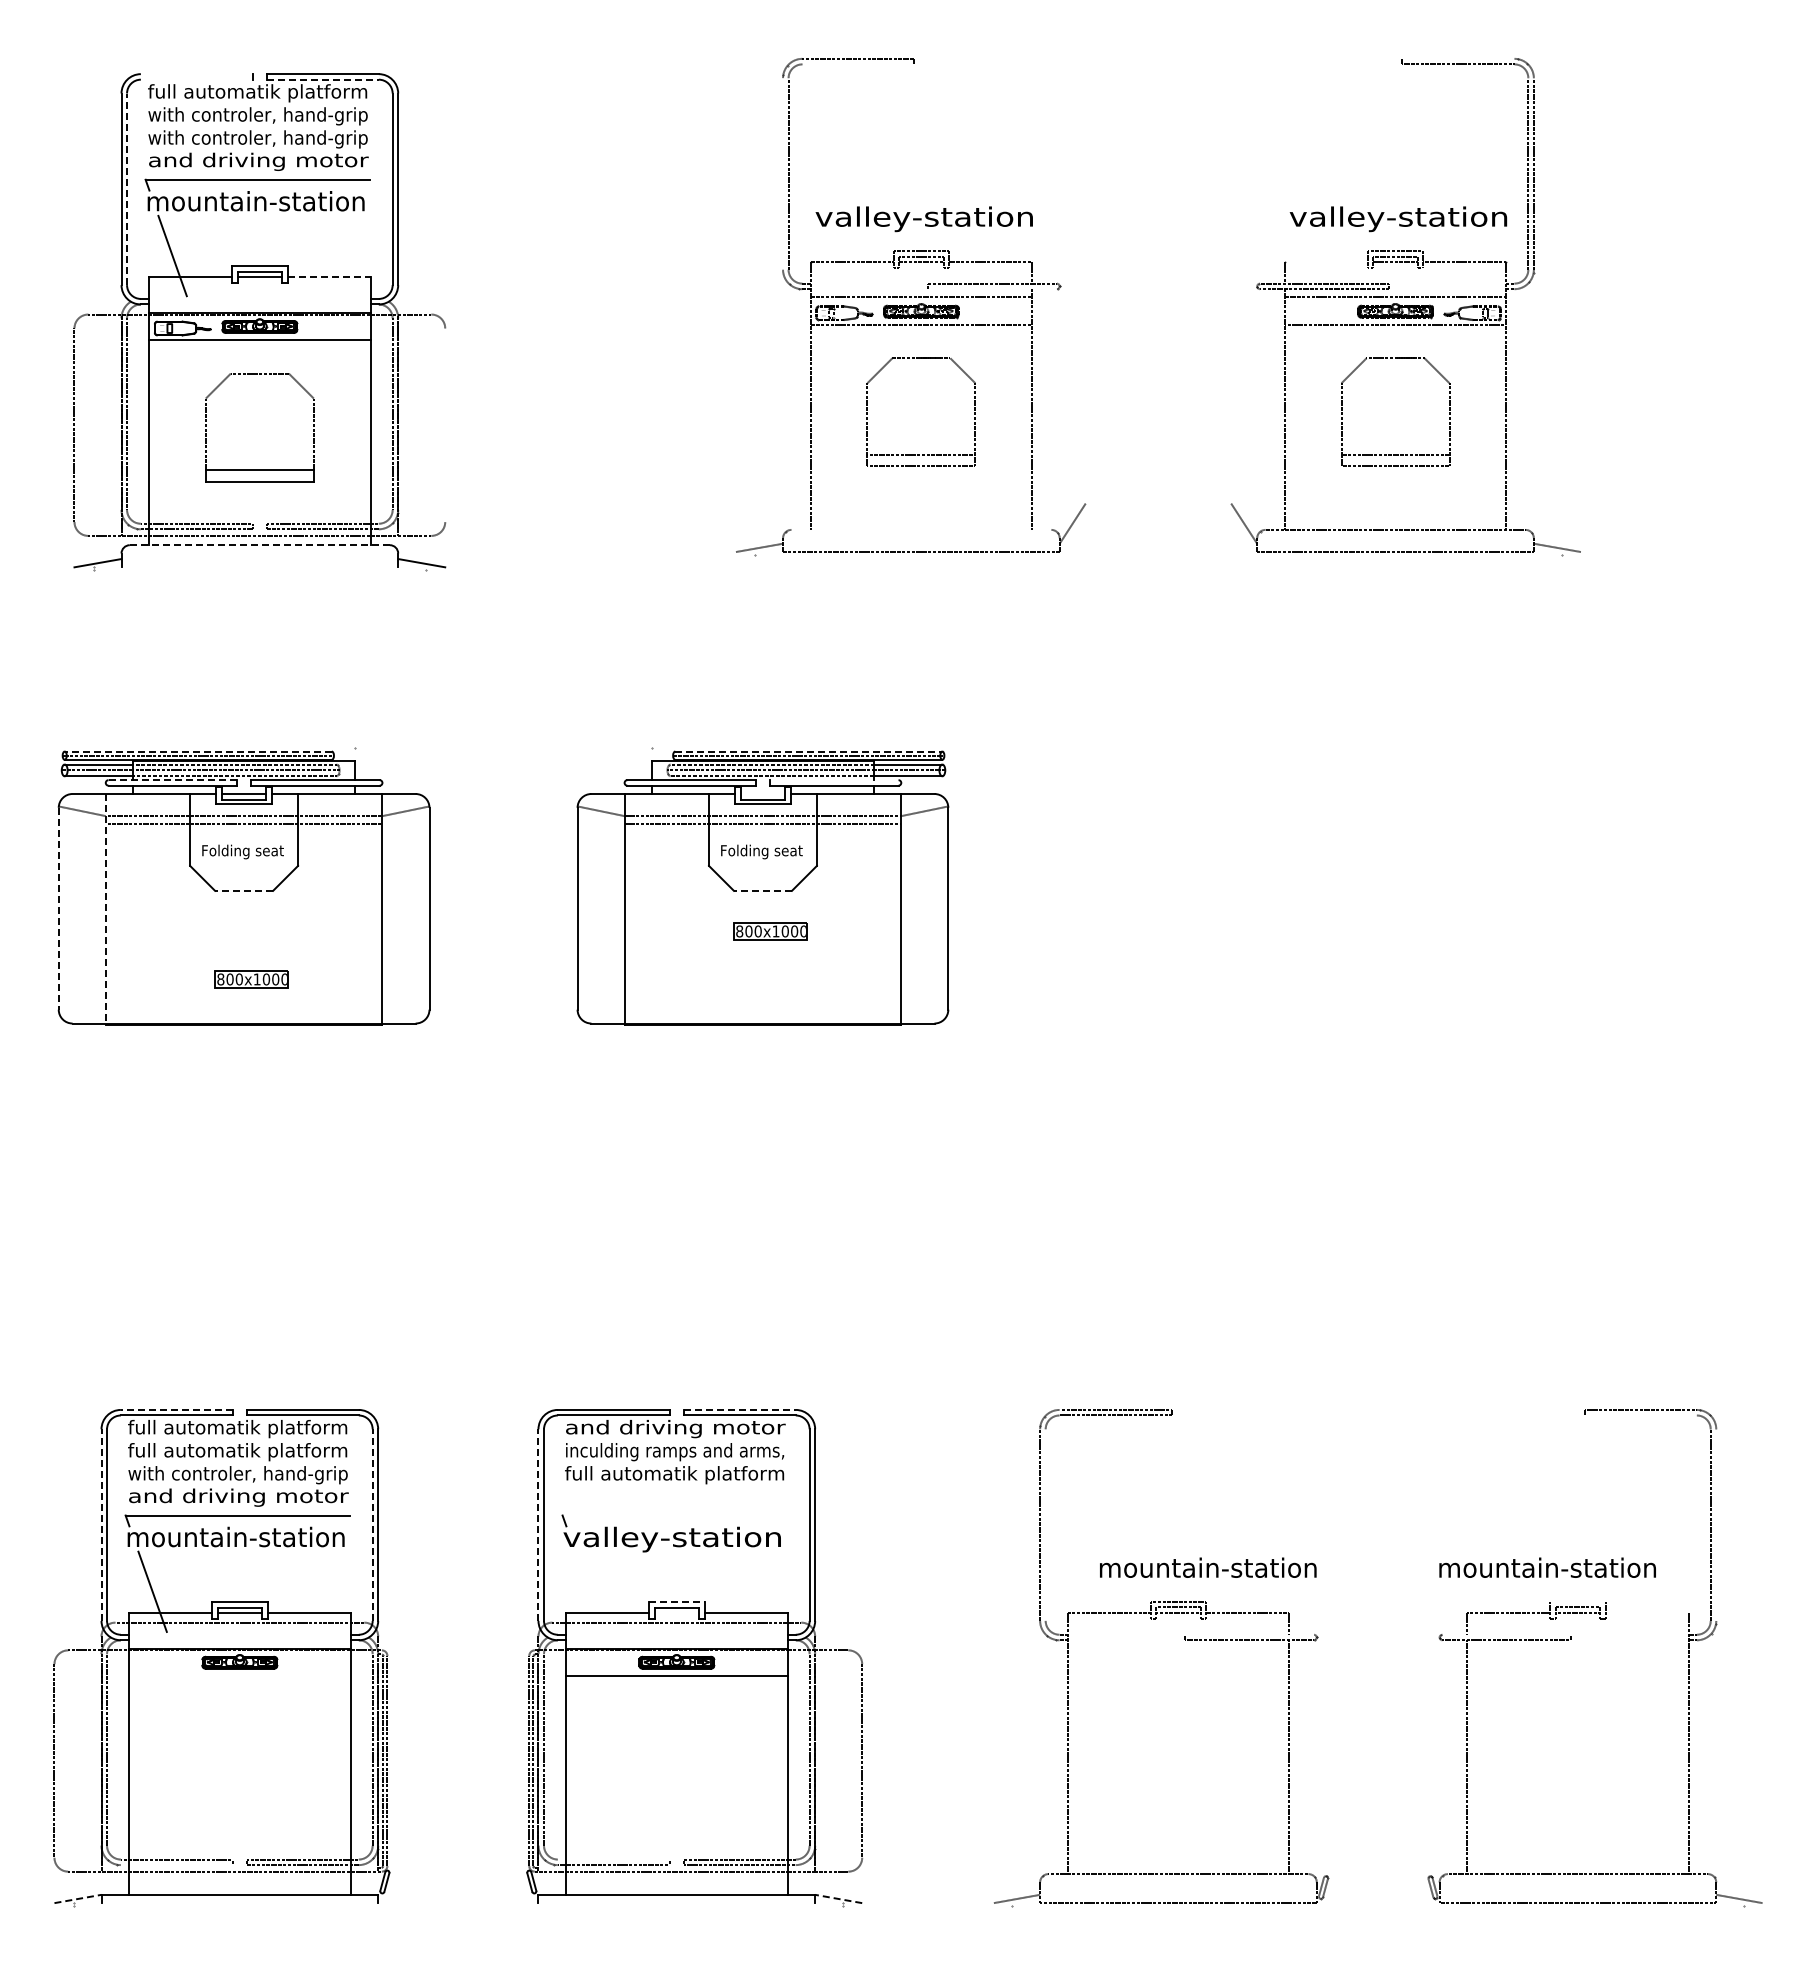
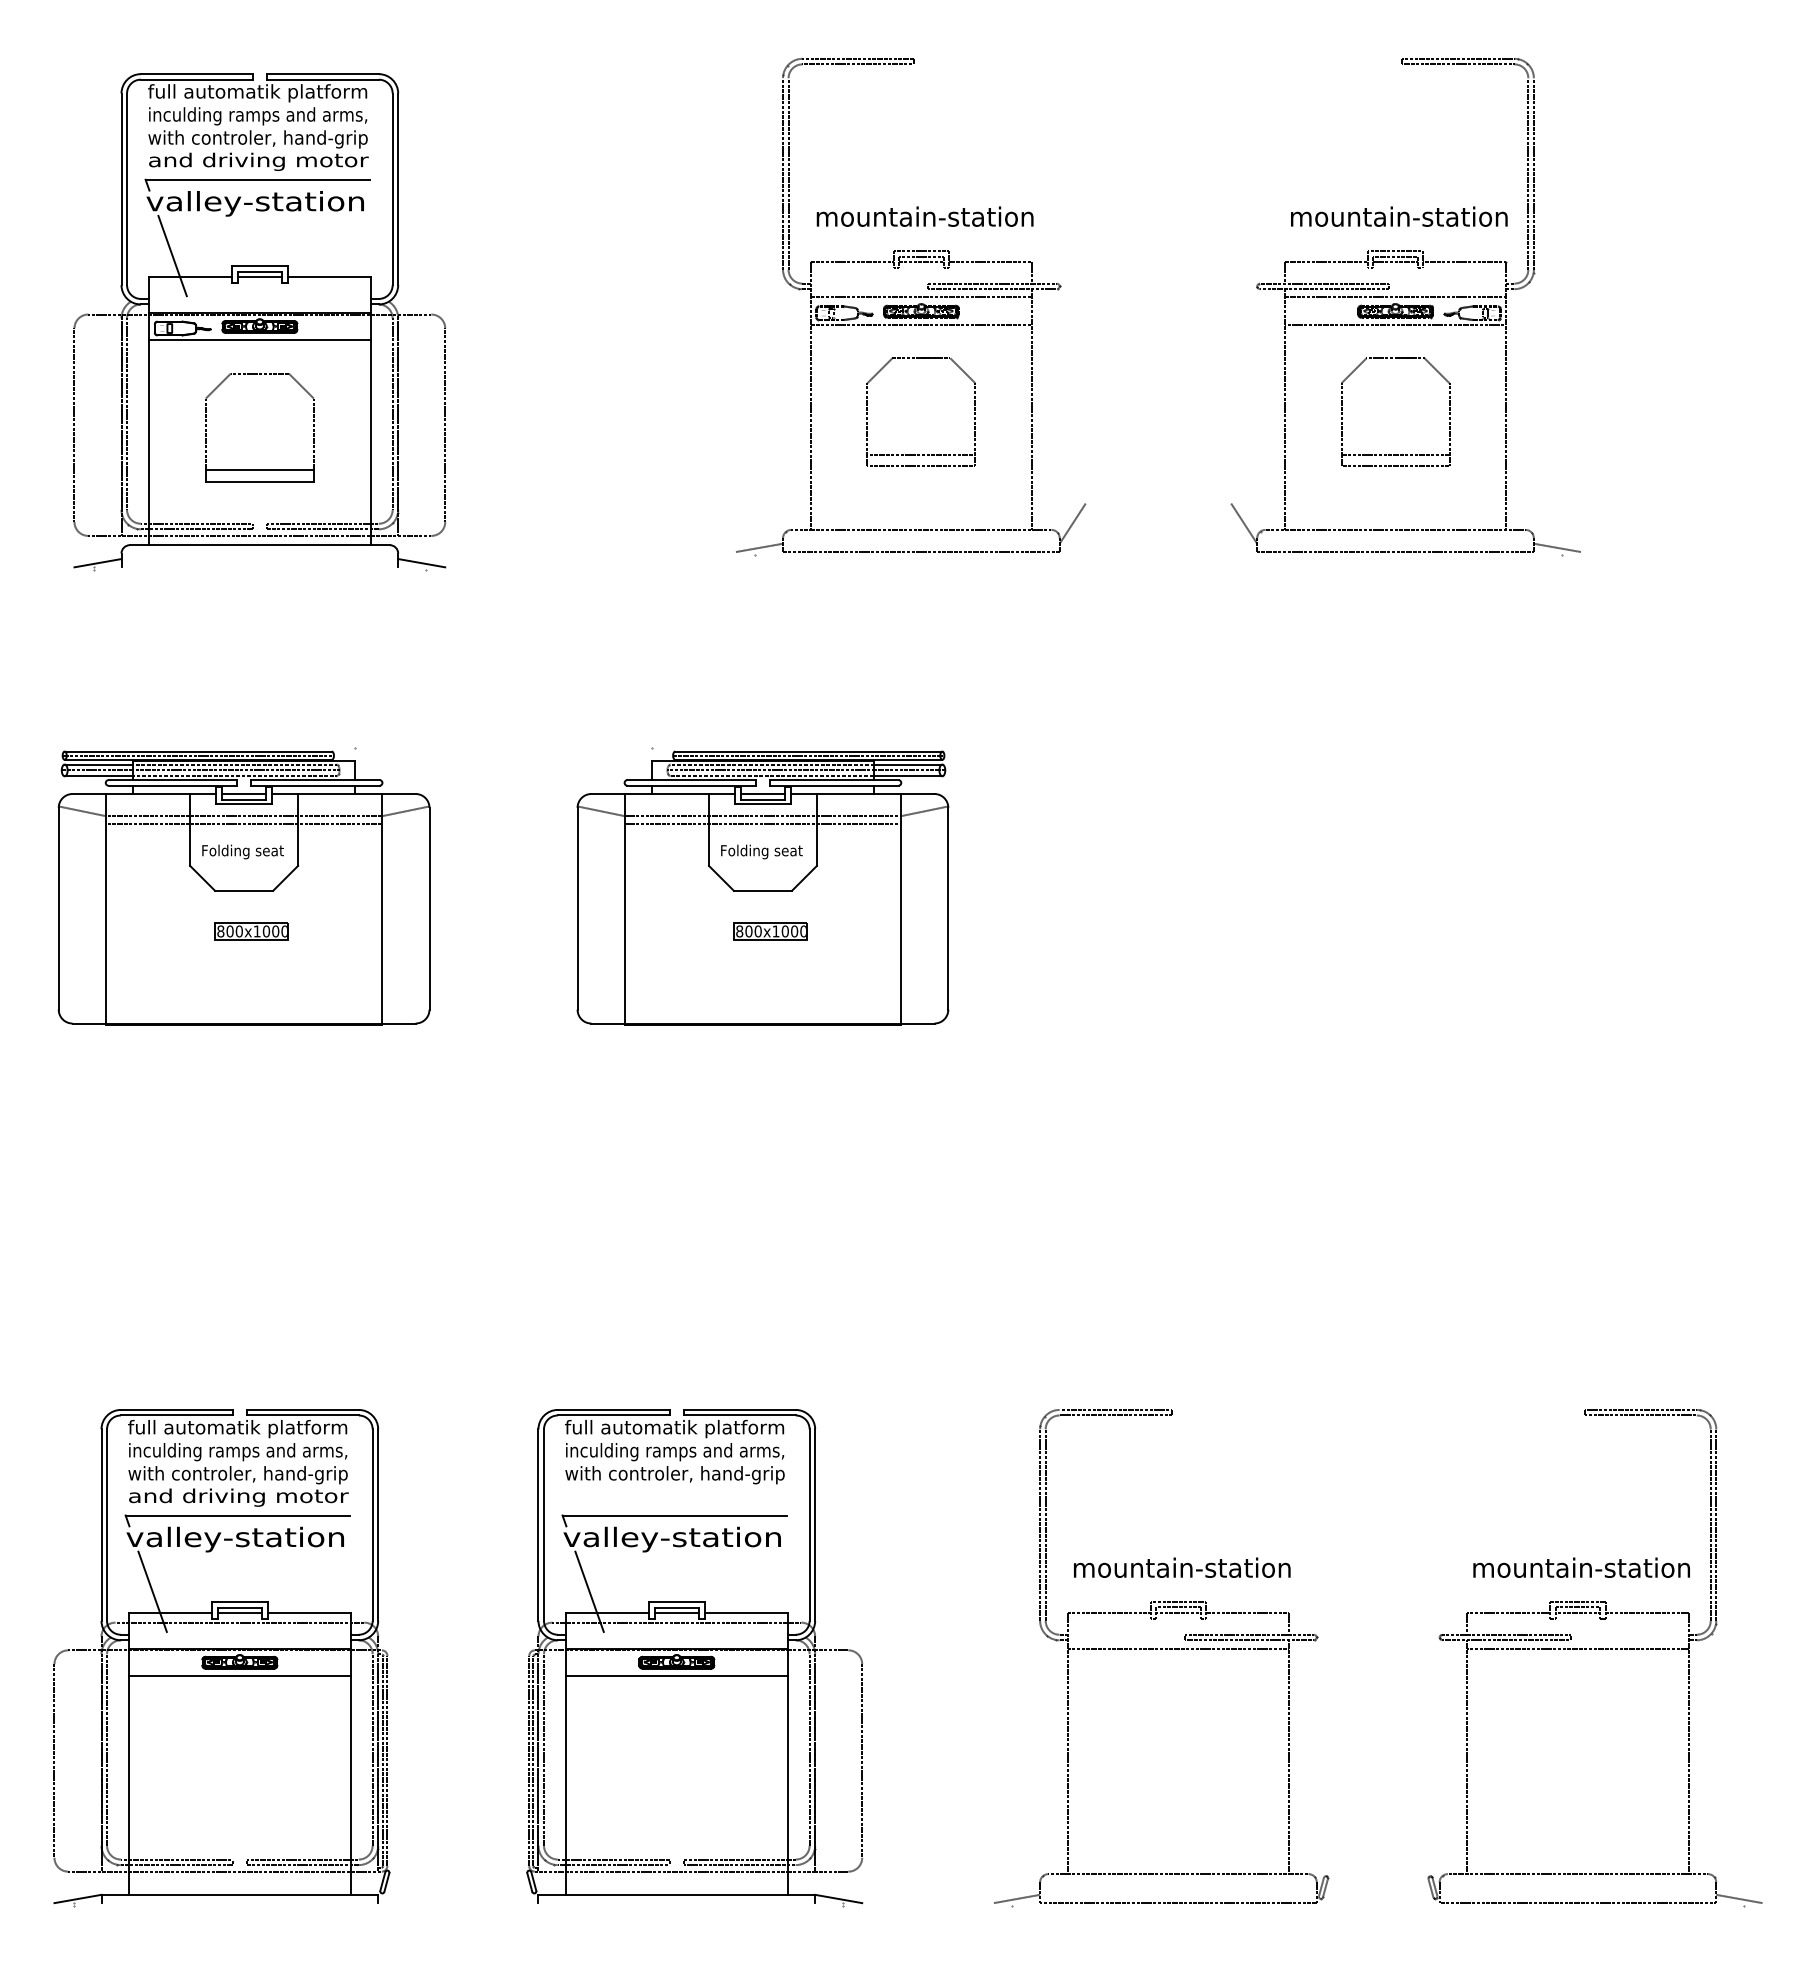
line at (1458, 58): none -> present
line at (858, 64): none -> present
line at (196, 74): none -> present
line at (196, 79): none -> present
line at (323, 79): dashed -> solid
text at (257, 116): with controler, hand-grip -> inculding ramps and arms,
line at (783, 173): none -> present
line at (127, 189): dashed -> solid
text at (255, 203): mountain-station -> valley-station
text at (924, 219): valley-station -> mountain-station
text at (1398, 219): valley-station -> mountain-station
line at (1325, 261): none -> present
line at (329, 276): dashed -> solid
line at (992, 289): none -> present
line at (445, 425): none -> present
line at (921, 529): none -> present
line at (260, 545): dashed -> solid
line at (198, 751): dashed -> solid
line at (808, 751): dashed -> solid
line at (172, 780): dashed -> solid
line at (833, 780): none -> present
line at (762, 794): none -> present
line at (243, 890): dashed -> solid
line at (762, 890): dashed -> solid
line at (58, 908): dashed -> solid
line at (105, 909): dashed -> solid
part at (251, 979) position: (251, 979) -> (251, 931)
line at (176, 1409): dashed -> solid
line at (740, 1409): dashed -> solid
line at (1640, 1415): none -> present
text at (675, 1429): and driving motor -> full automatik platform
text at (237, 1452): full automatik platform -> inculding ramps and arms,
text at (674, 1475): full automatik platform -> with controler, hand-grip
line at (674, 1515): none -> present
line at (1045, 1524): none -> present
line at (1716, 1524): none -> present
line at (101, 1525): dashed -> solid
line at (372, 1525): dashed -> solid
line at (538, 1525): dashed -> solid
text at (235, 1539): mountain-station -> valley-station
text at (1208, 1567) position: (1208, 1567) -> (1182, 1567)
text at (1547, 1567) position: (1547, 1567) -> (1581, 1567)
line at (589, 1591): none -> present
line at (676, 1602): dashed -> solid
line at (1577, 1602): none -> present
line at (676, 1612): none -> present
line at (1646, 1612): none -> present
line at (1249, 1634): none -> present
line at (1506, 1634): none -> present
line at (1178, 1648): none -> present
line at (1577, 1648): none -> present
line at (239, 1676): none -> present
line at (613, 1859): none -> present
line at (176, 1865): none -> present
line at (78, 1898): dashed -> solid
line at (838, 1898): dashed -> solid
